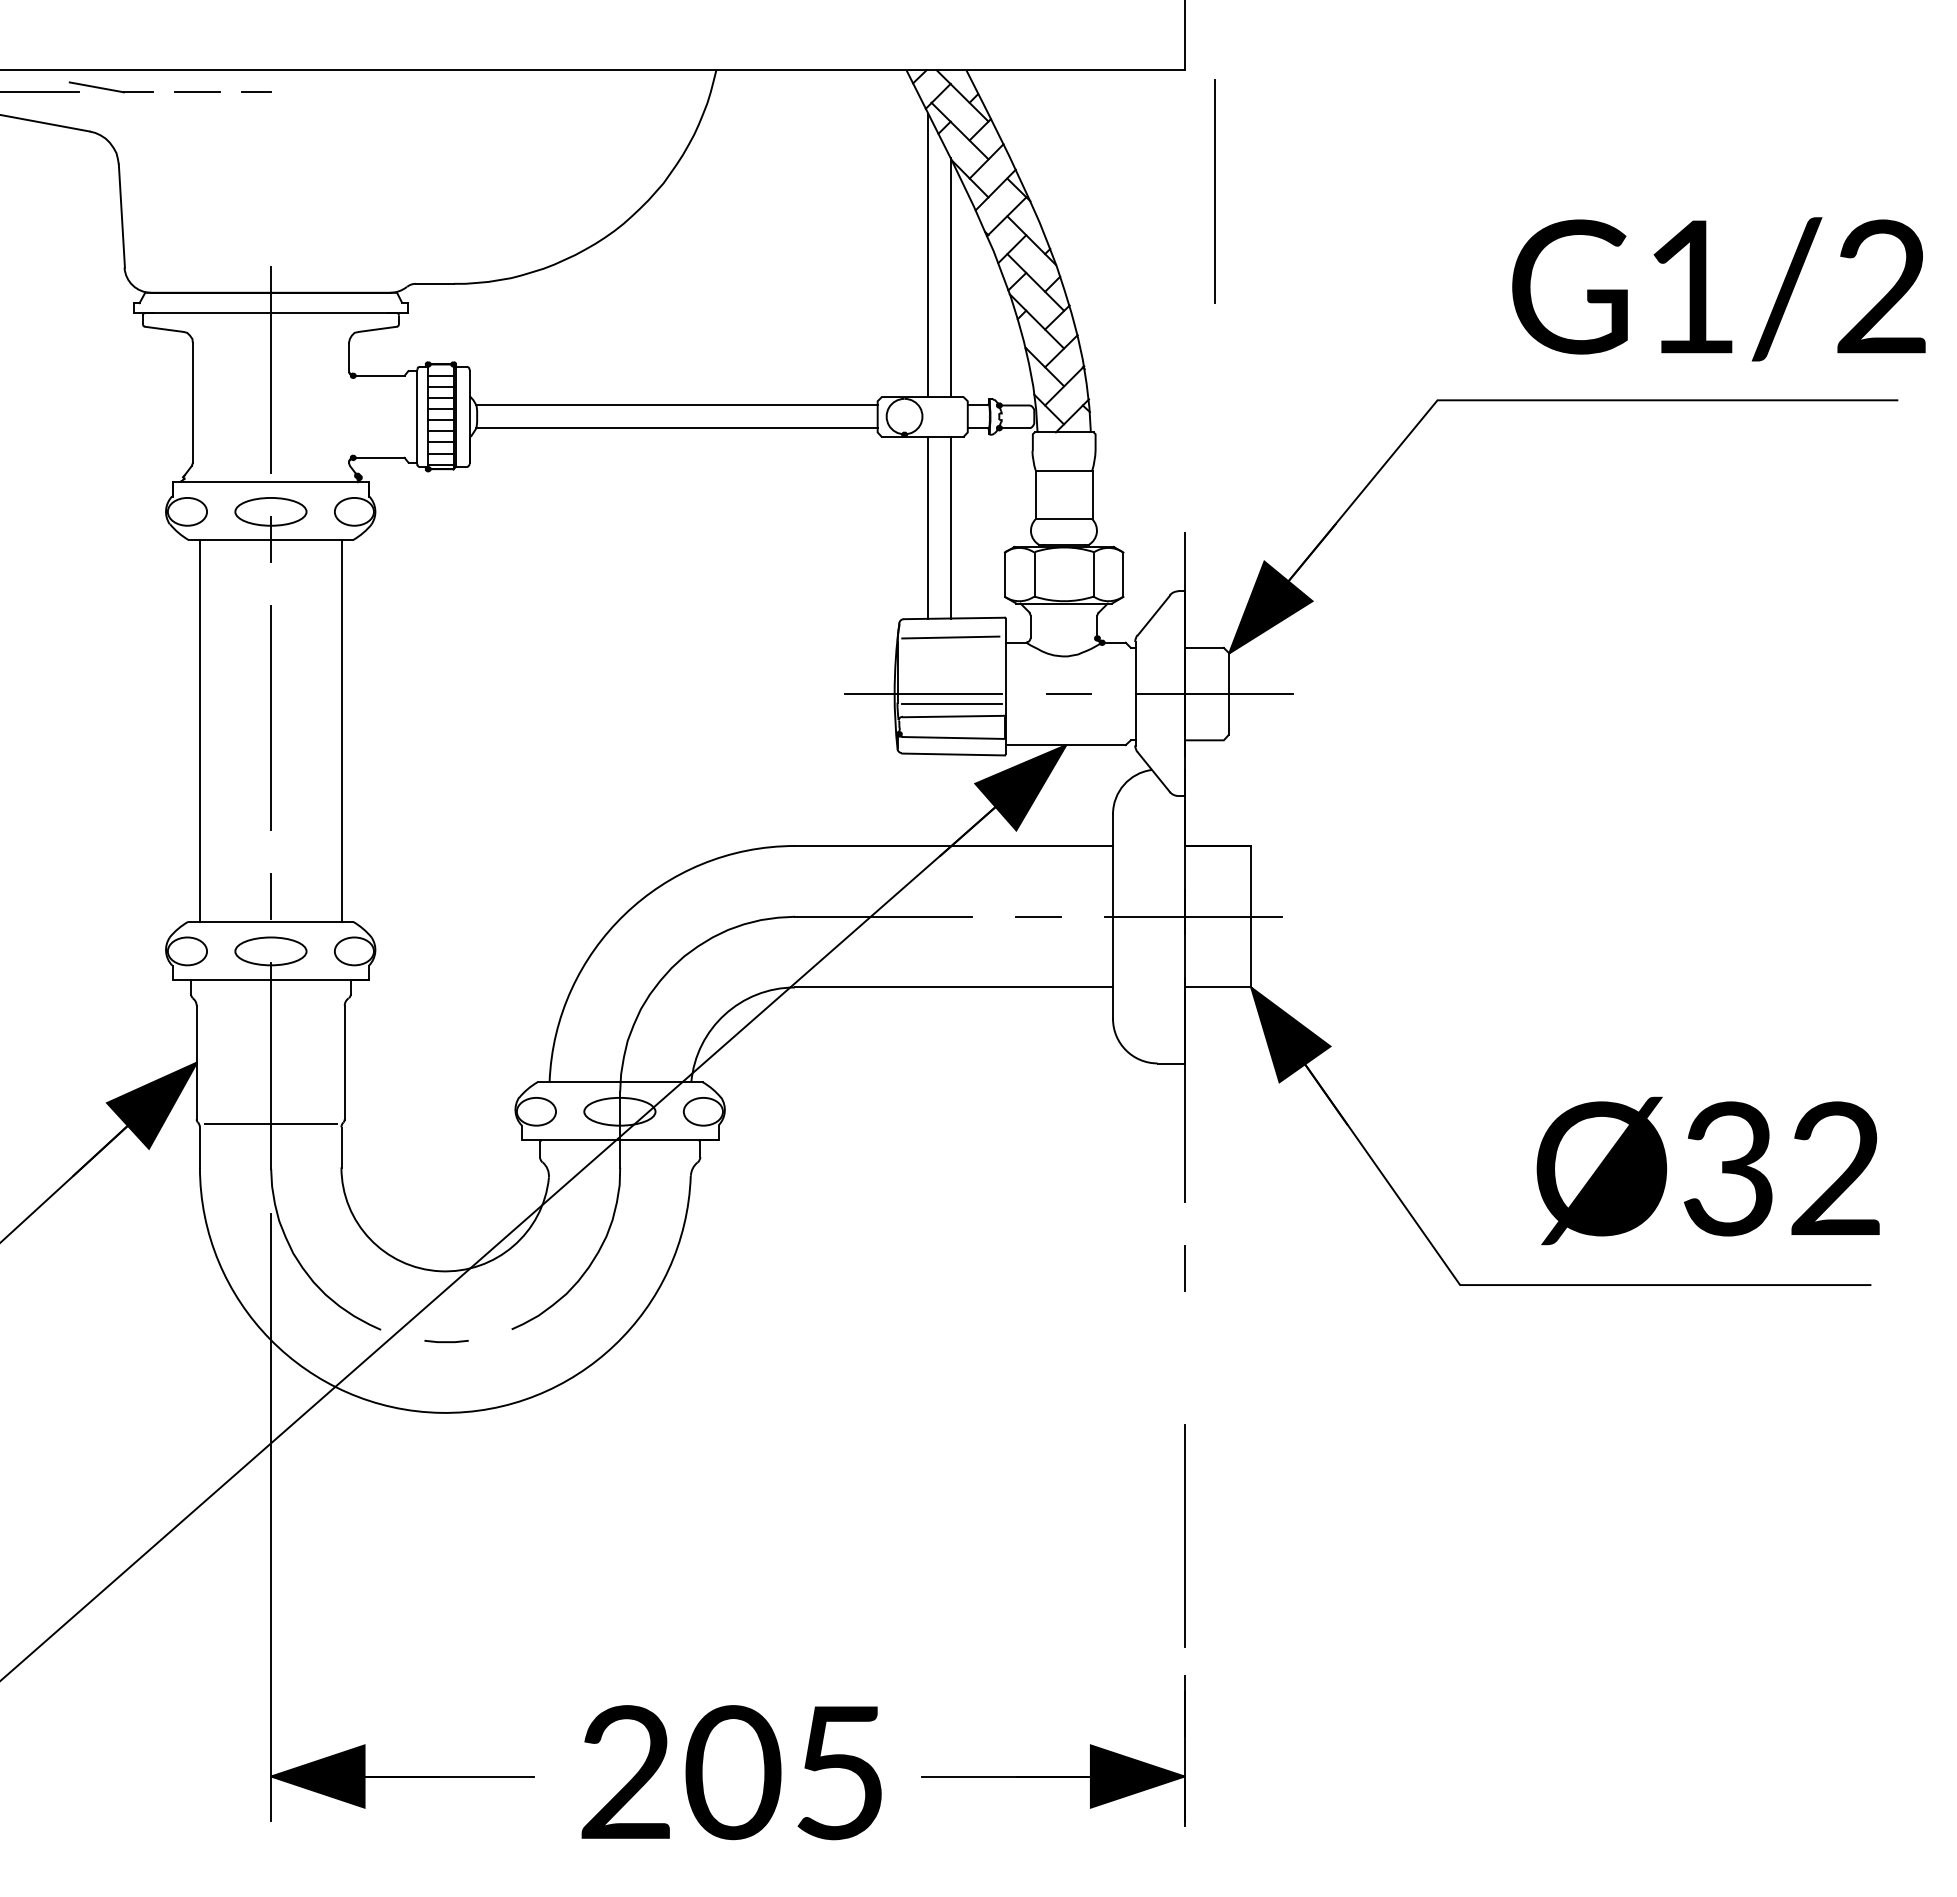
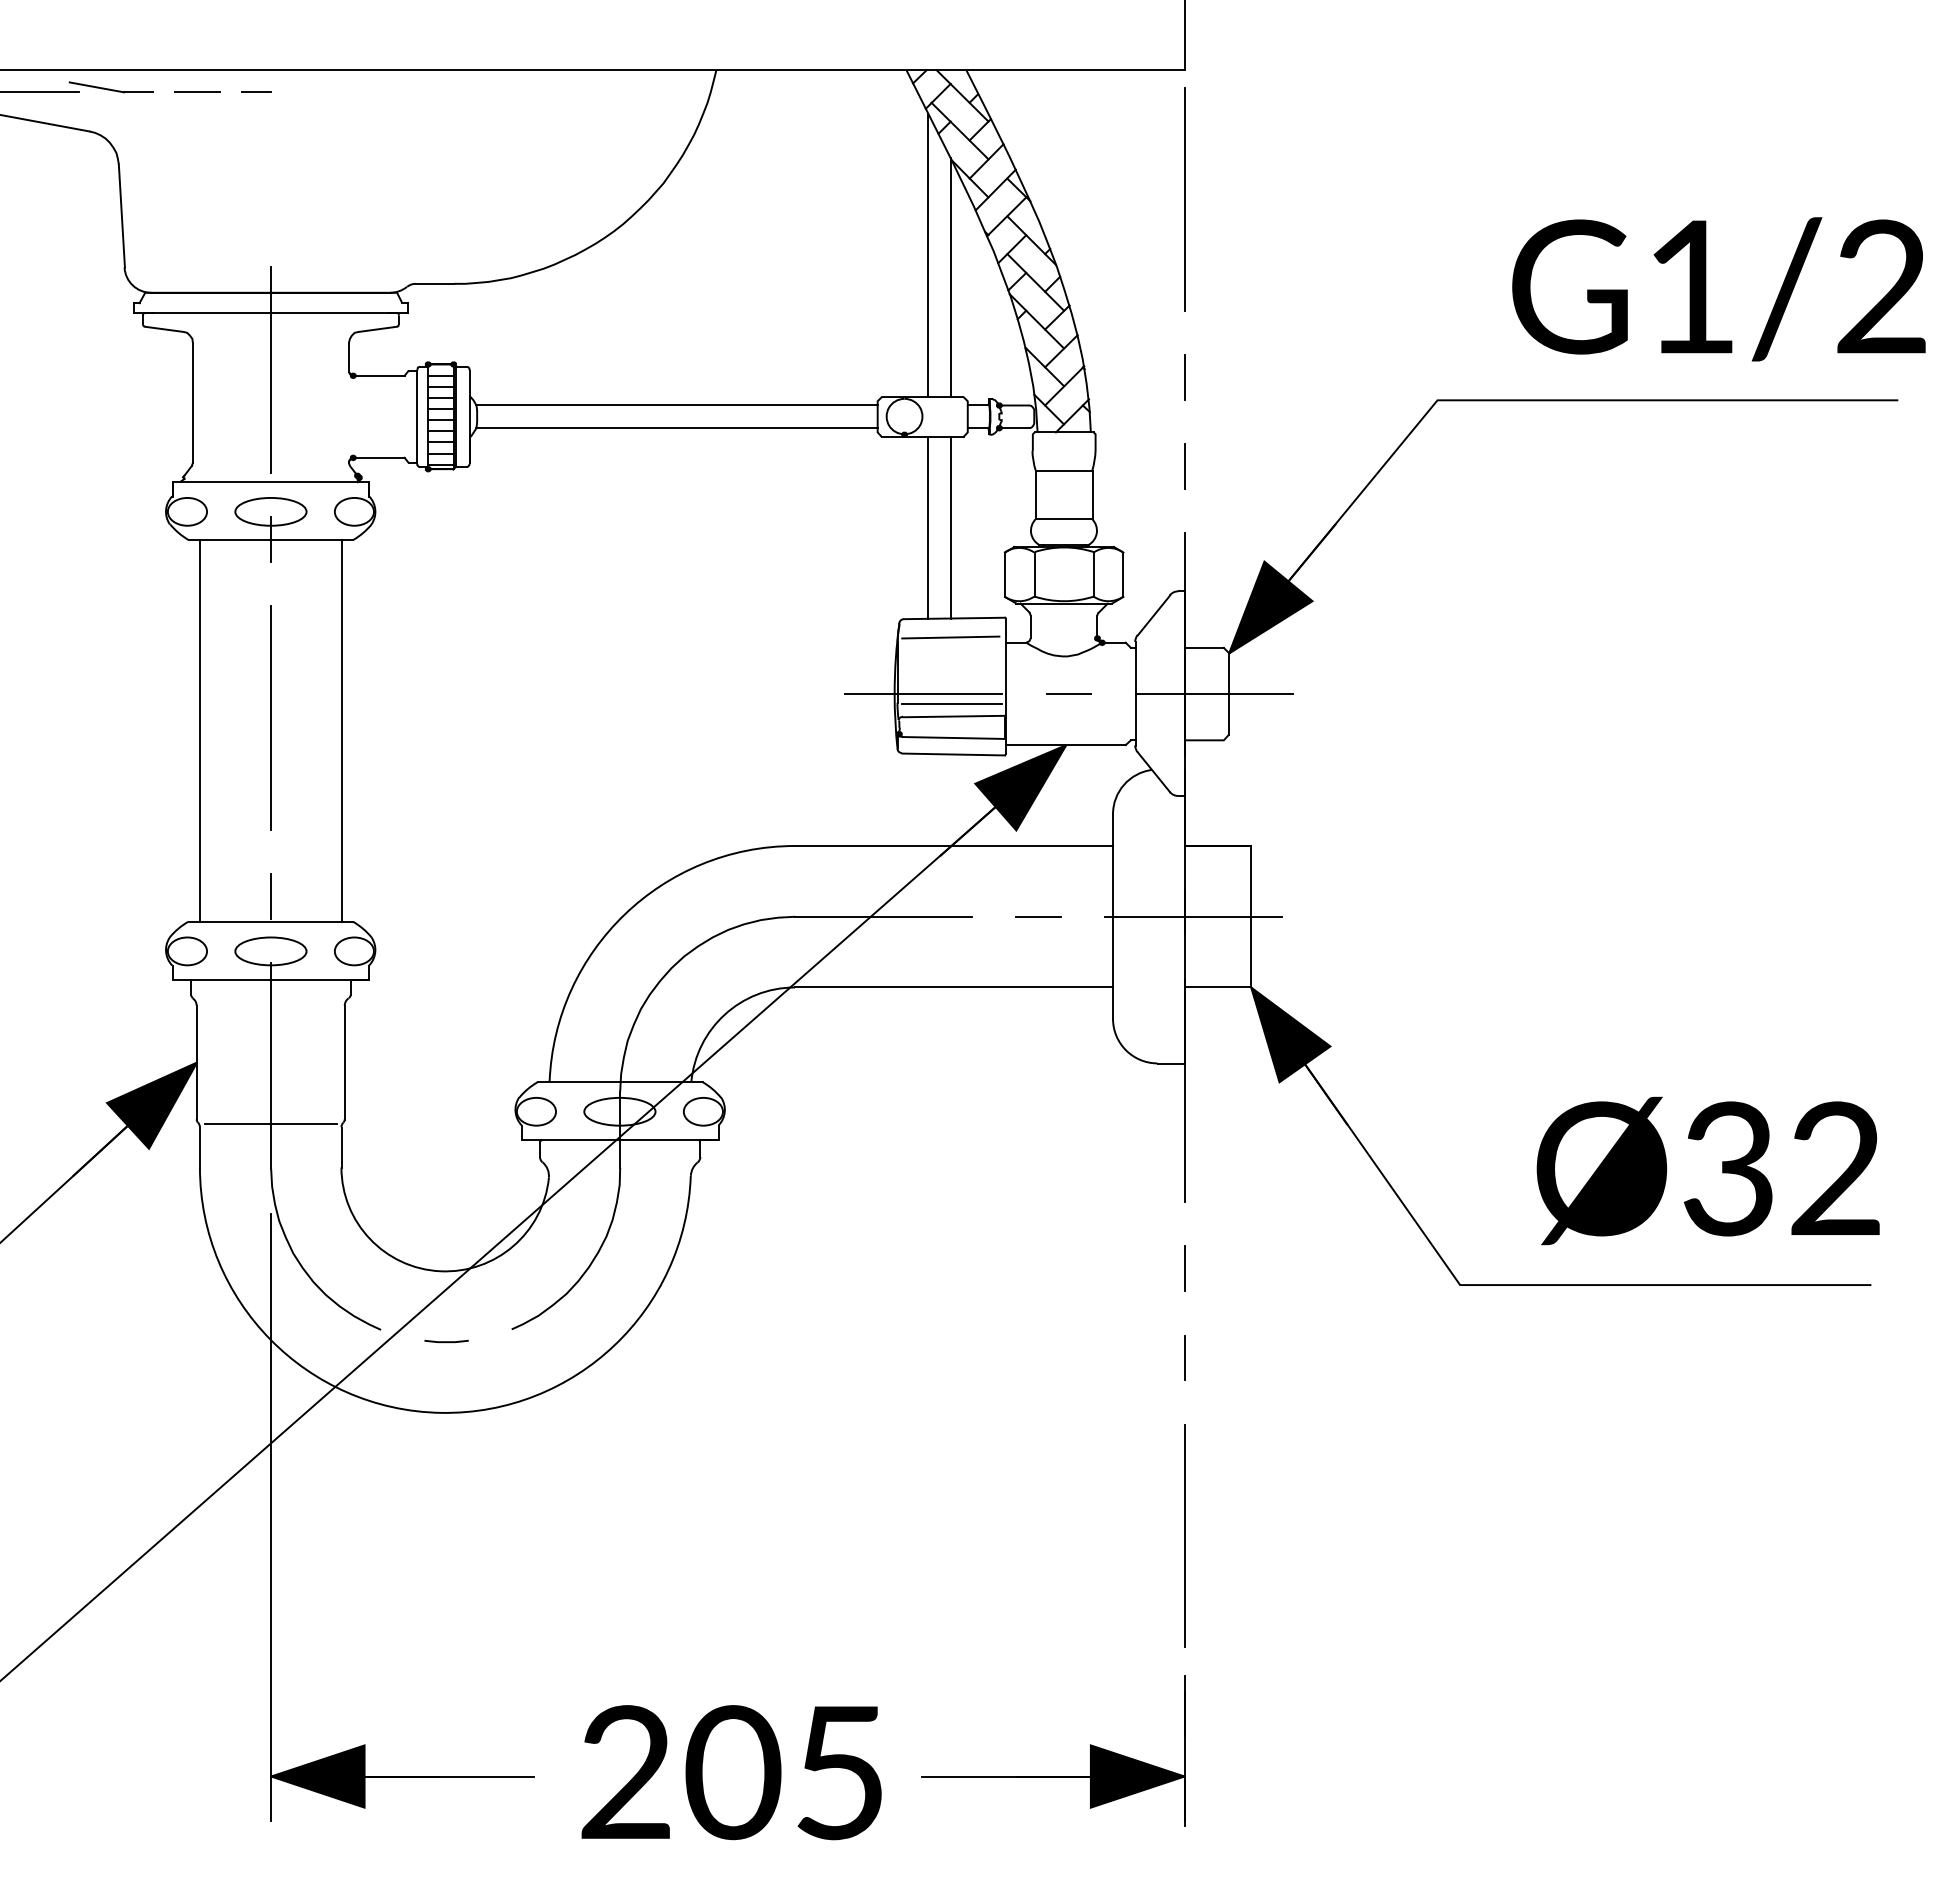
line at (1214, 191) position: (1214, 191) -> (1184, 199)
line at (1184, 377): none -> present
line at (1184, 466): none -> present
line at (1184, 1357): none -> present
